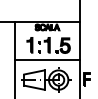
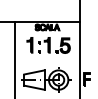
line at (46, 60): present -> none
